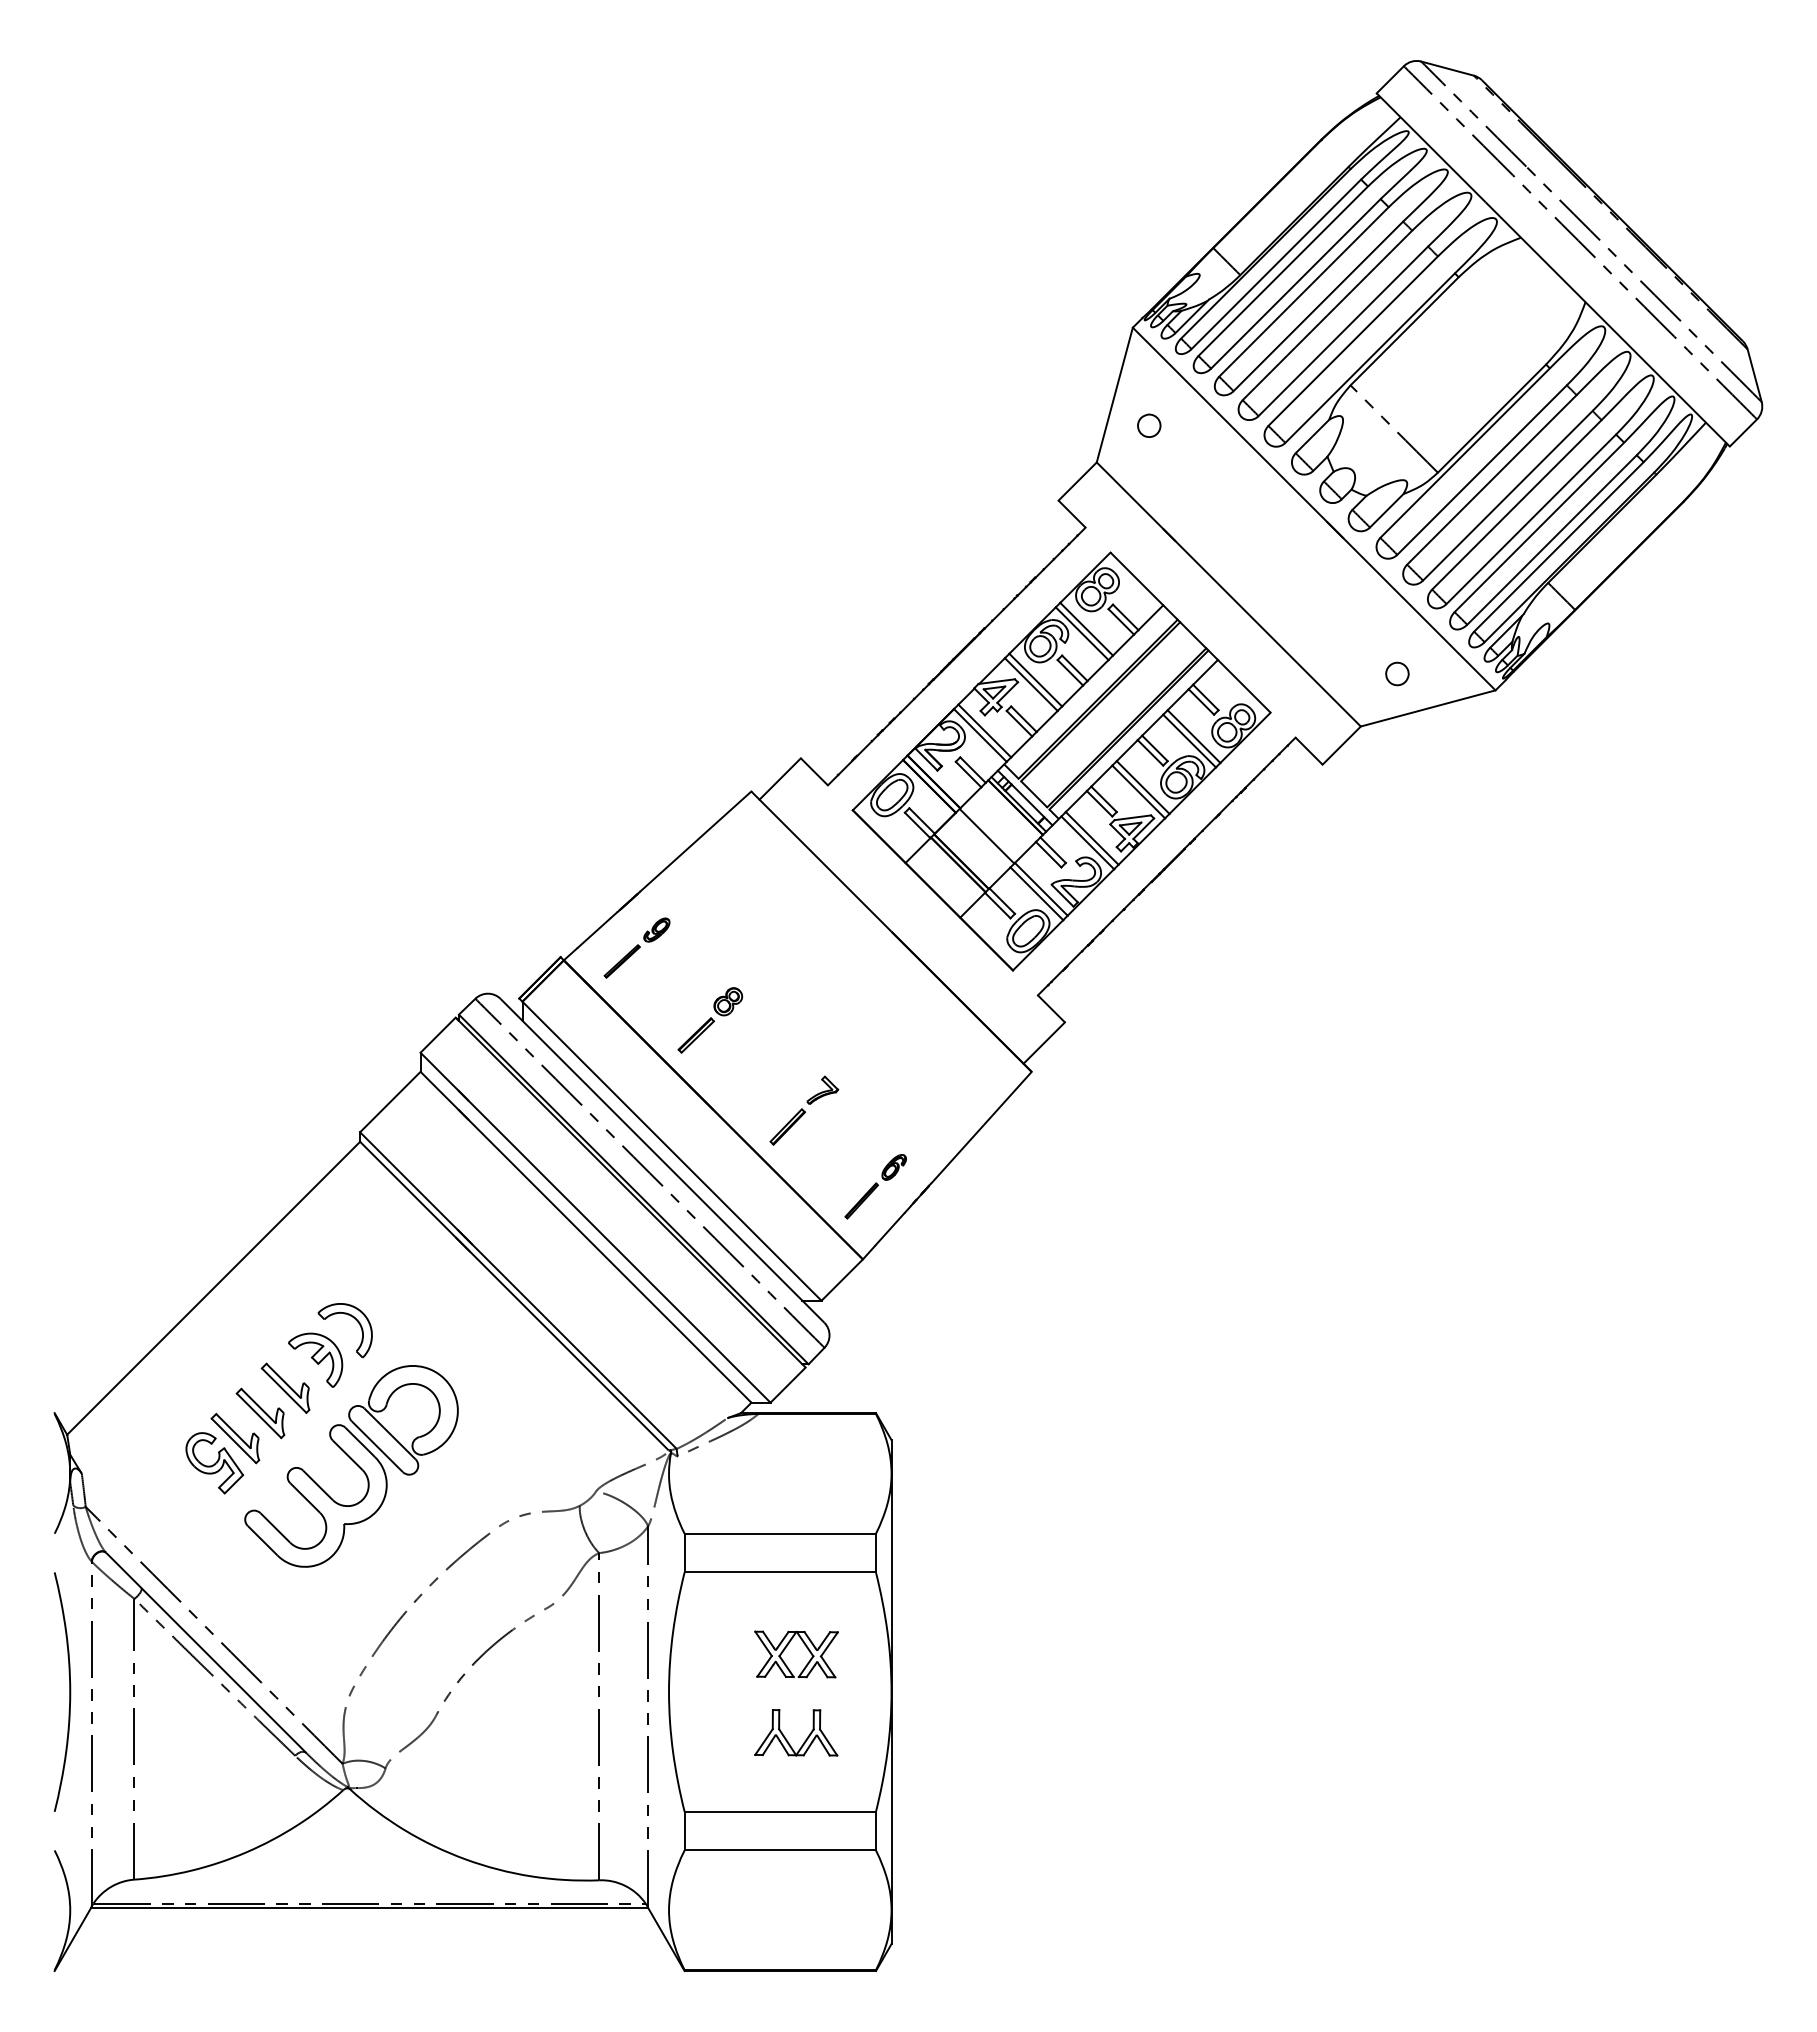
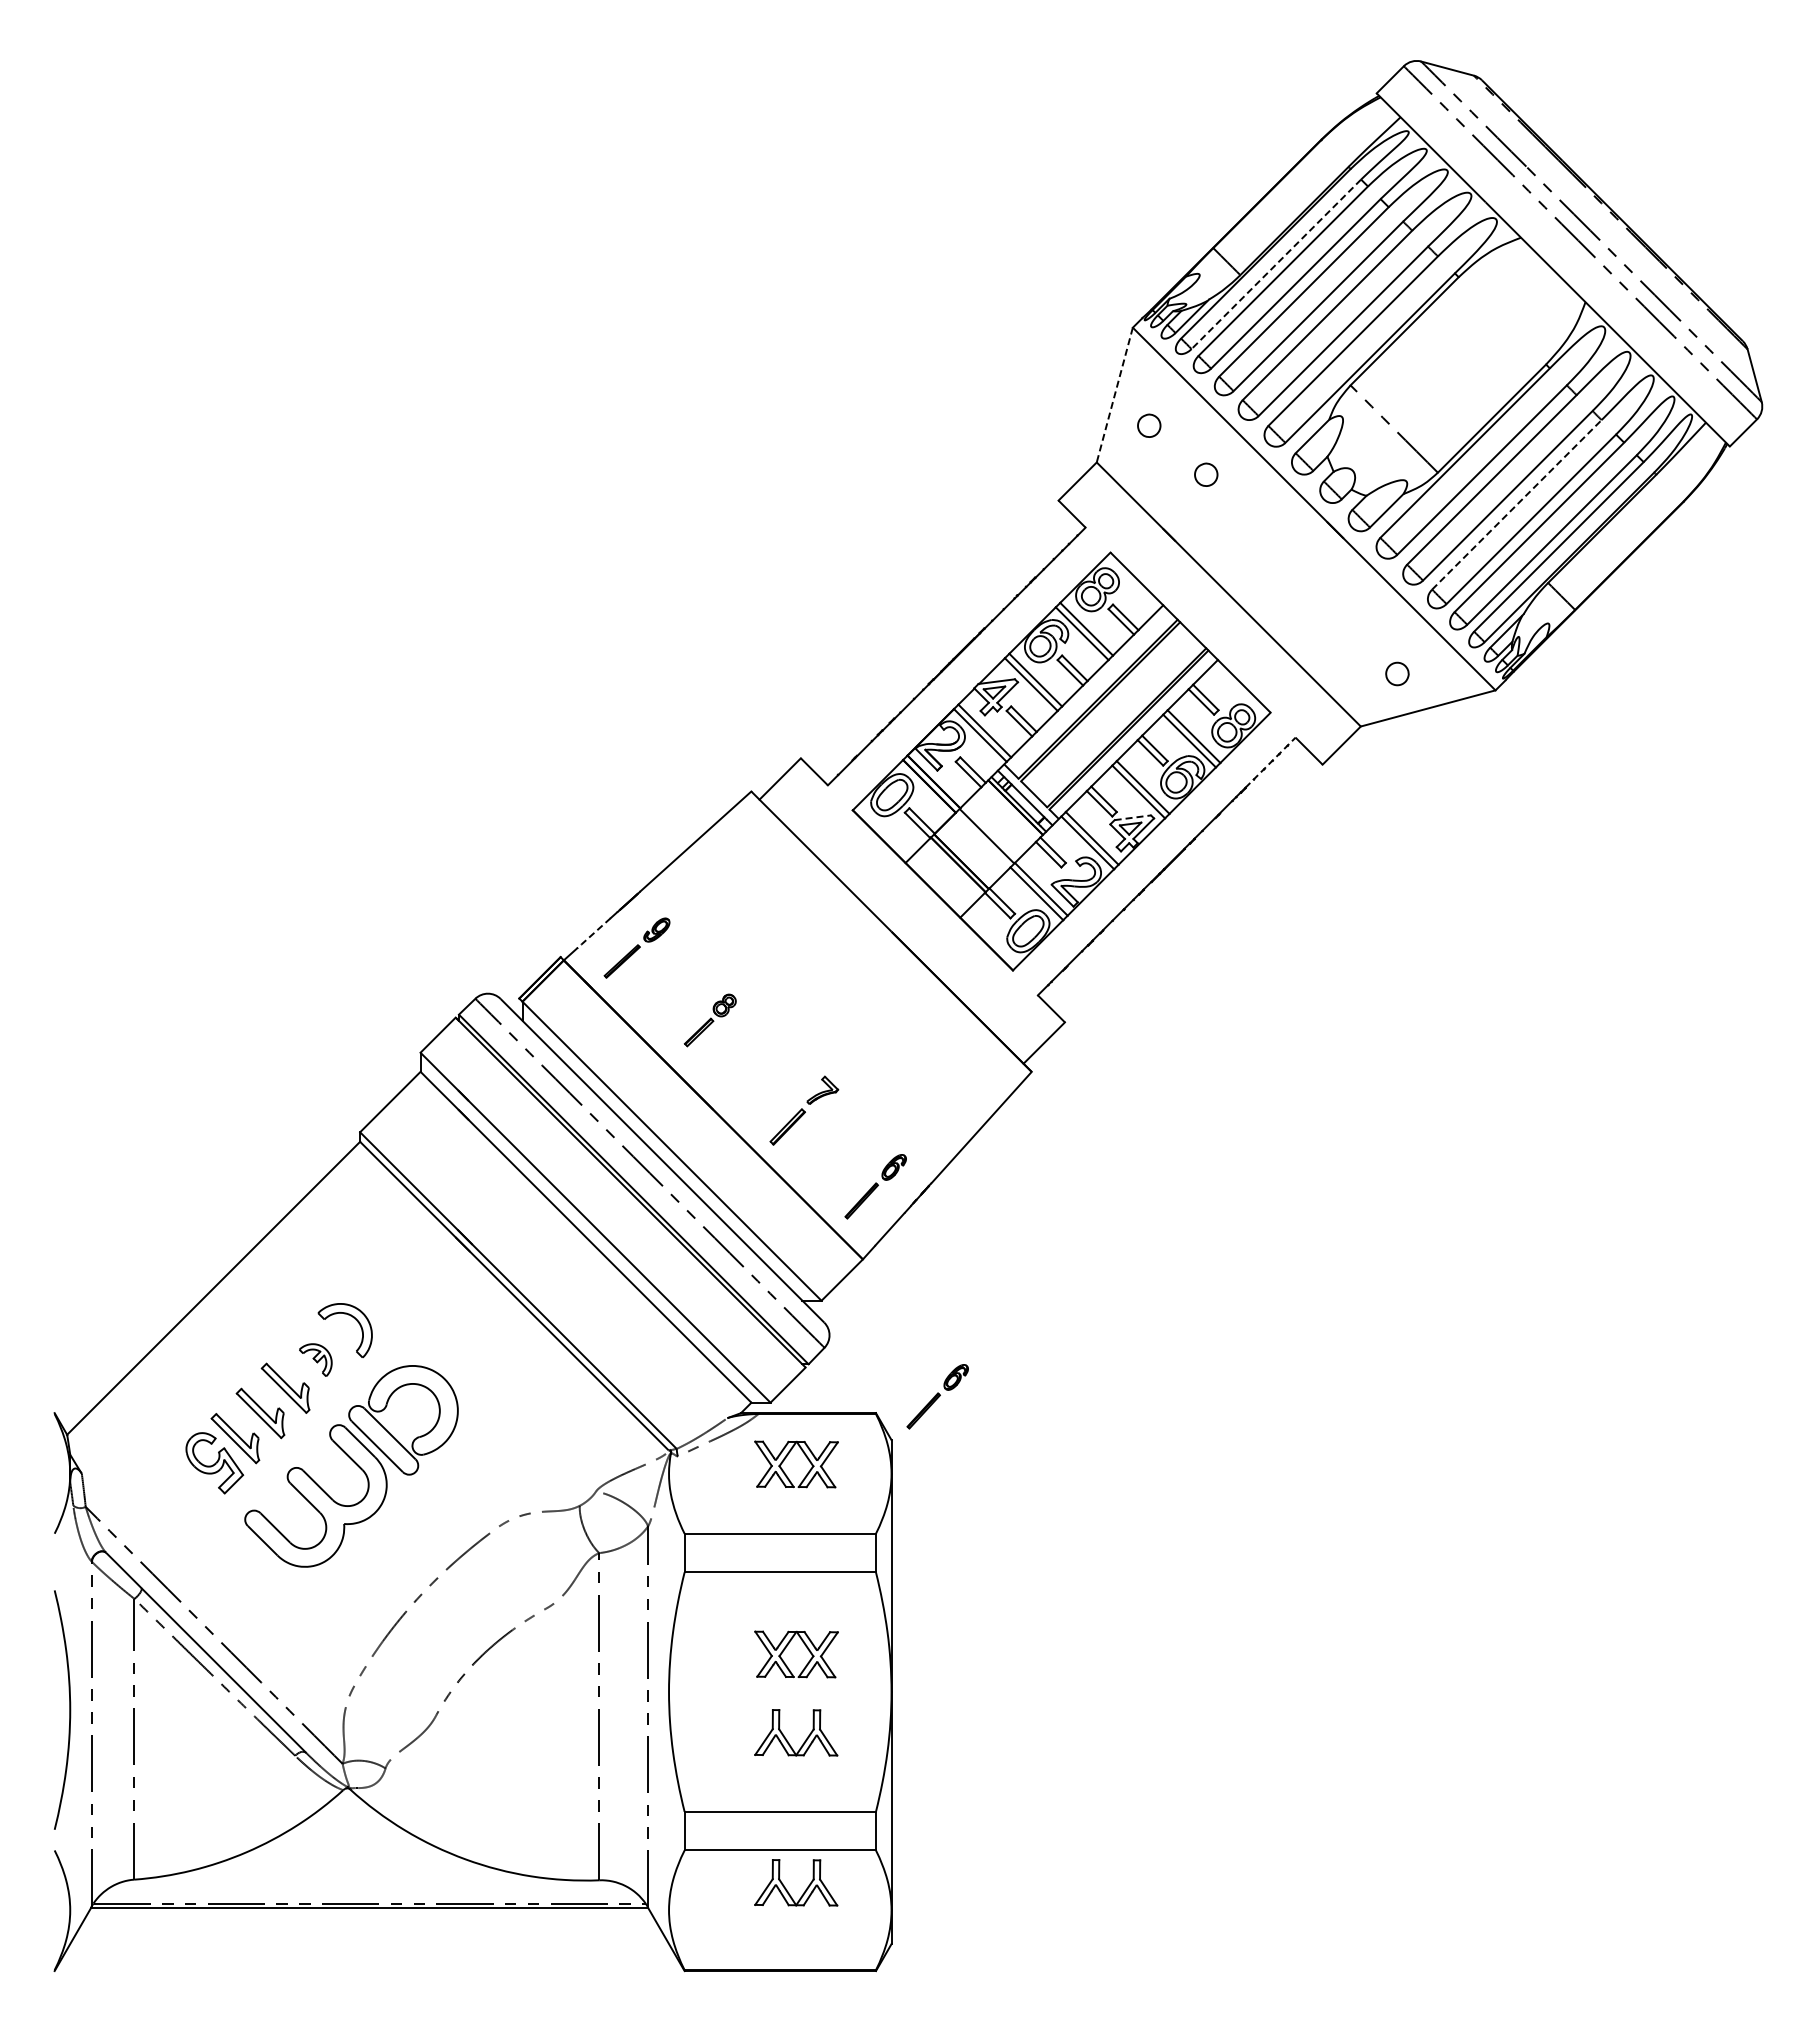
line at (1276, 264): solid -> dashed
line at (1114, 395): solid -> dashed
part at (1206, 474): none -> present
line at (1516, 504): solid -> dashed
line at (1270, 762): solid -> dashed
line at (1133, 817): solid -> dashed
line at (593, 933): solid -> dashed
part at (710, 1020) size: 67x67 px -> 54x55 px
part at (315, 1359) size: 56x56 px -> 34x34 px
part at (937, 1396): none -> present
part at (806, 1458): none -> present
curve at (69, 1691) position: (69, 1691) -> (69, 1709)
part at (805, 1889): none -> present
